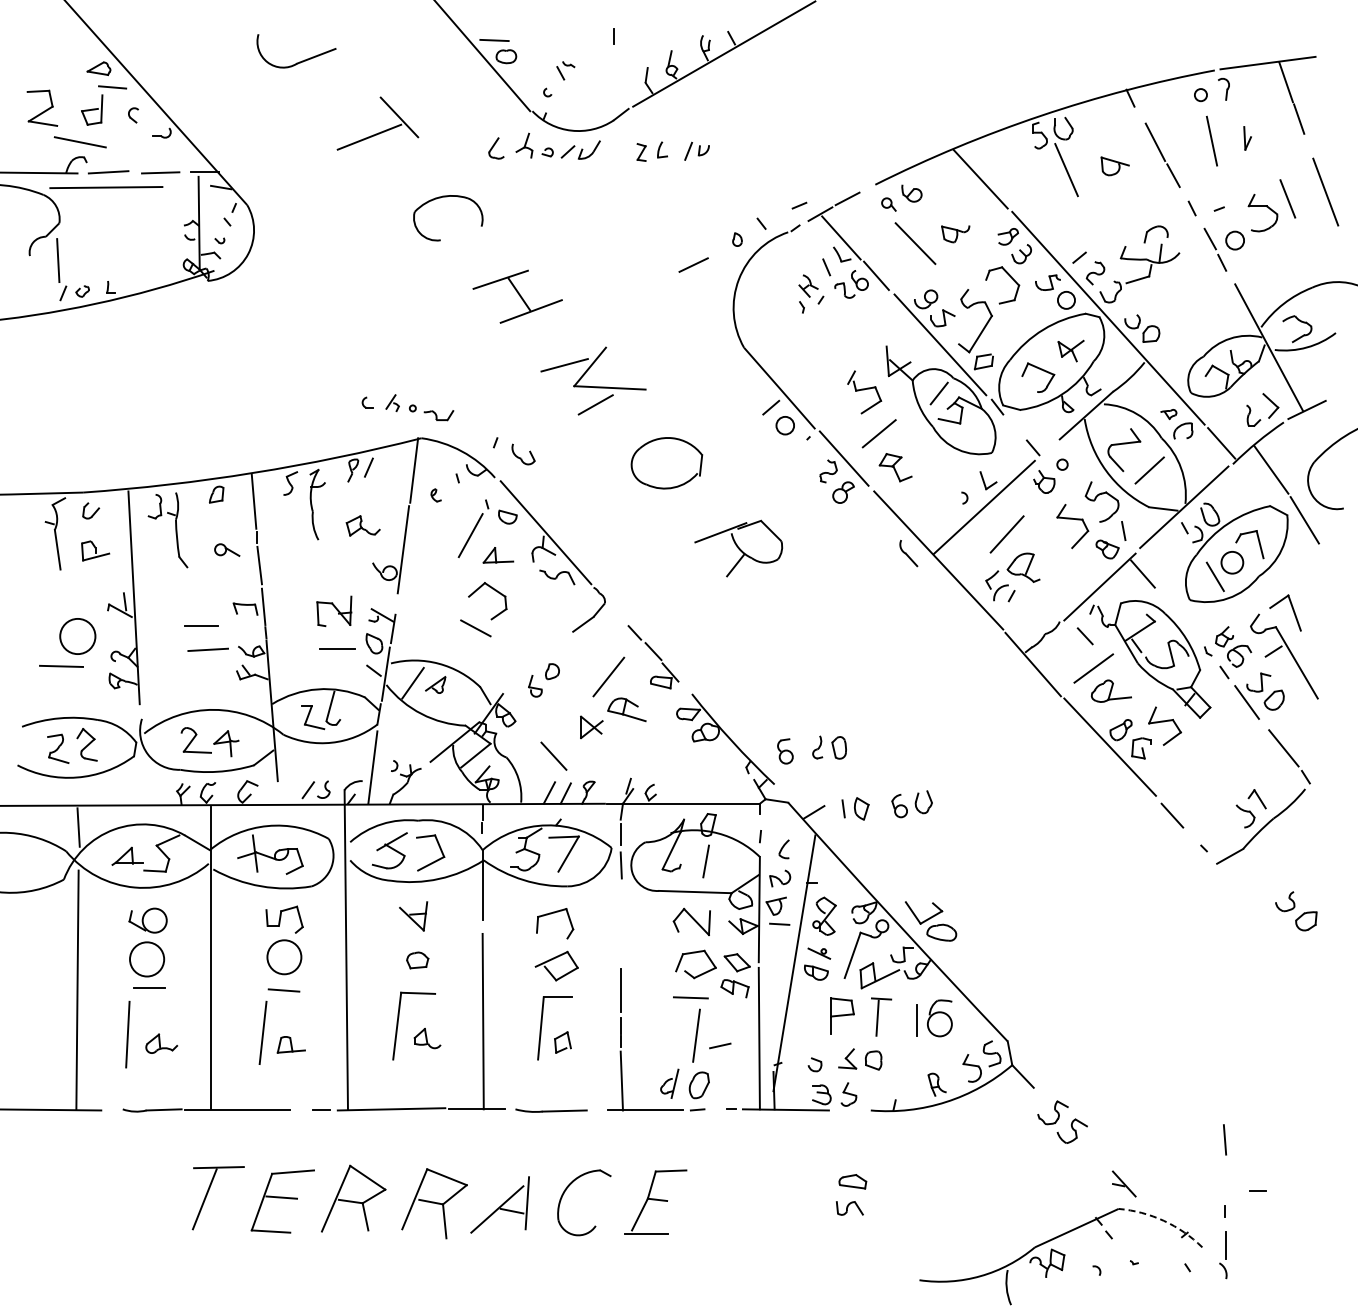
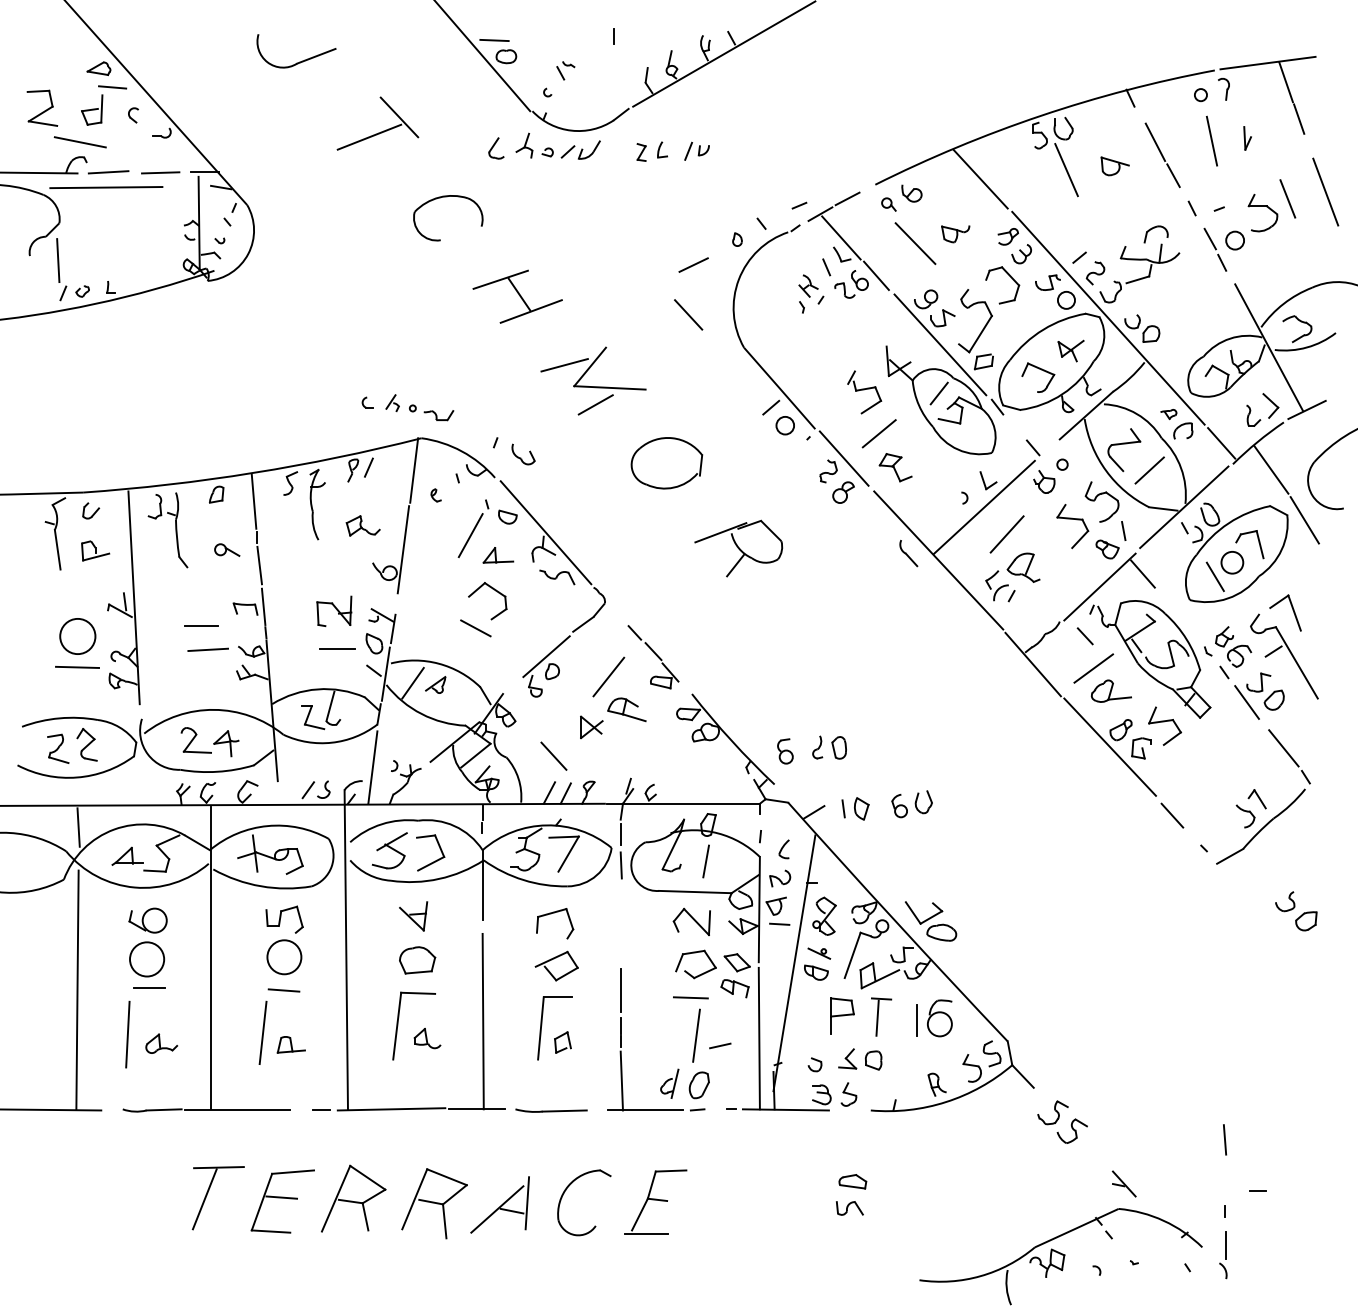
line at (688, 314): none -> present
line at (546, 656): none -> present
line at (61, 666) position: (61, 666) -> (77, 667)
part at (417, 960) size: 24x19 px -> 38x29 px
arc at (1163, 1220): dashed -> solid
